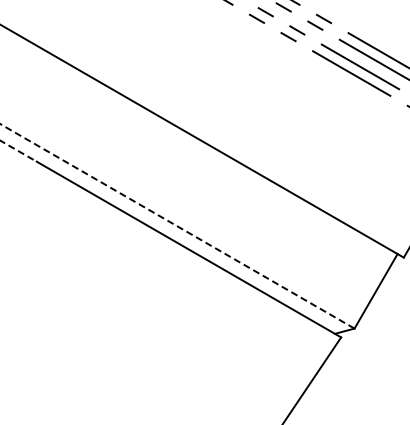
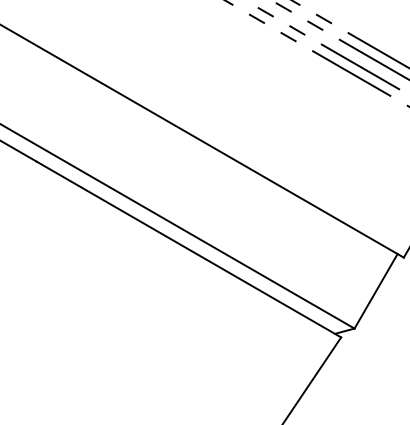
line at (18, 151): dashed -> solid
line at (177, 226): dashed -> solid
